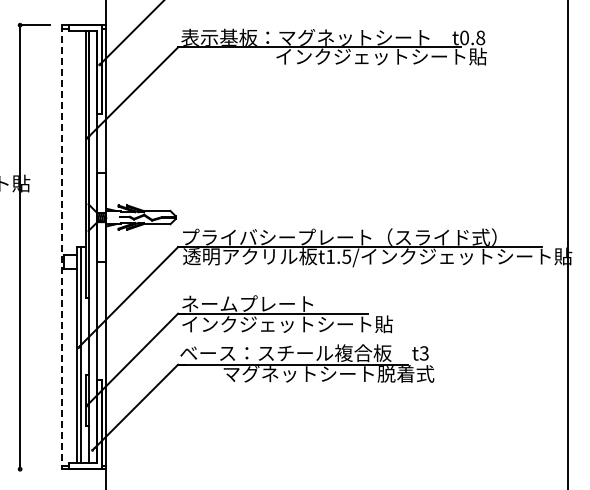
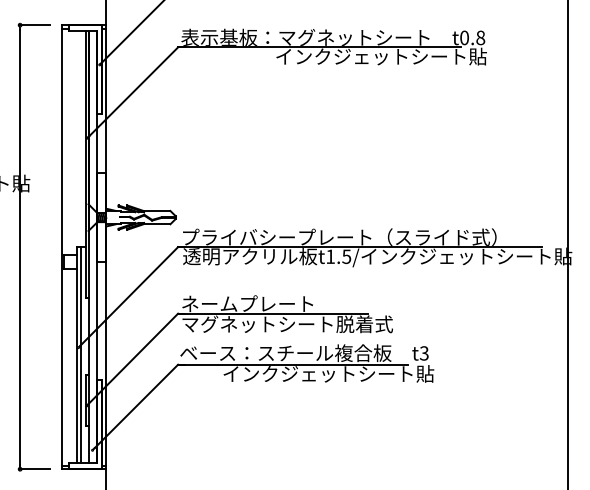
line at (61, 247): dashed -> solid
text at (287, 324): インクジェットシート貼 -> マグネットシート脱着式
text at (328, 373): マグネットシート脱着式 -> インクジェットシート貼
line at (34, 469): none -> present
